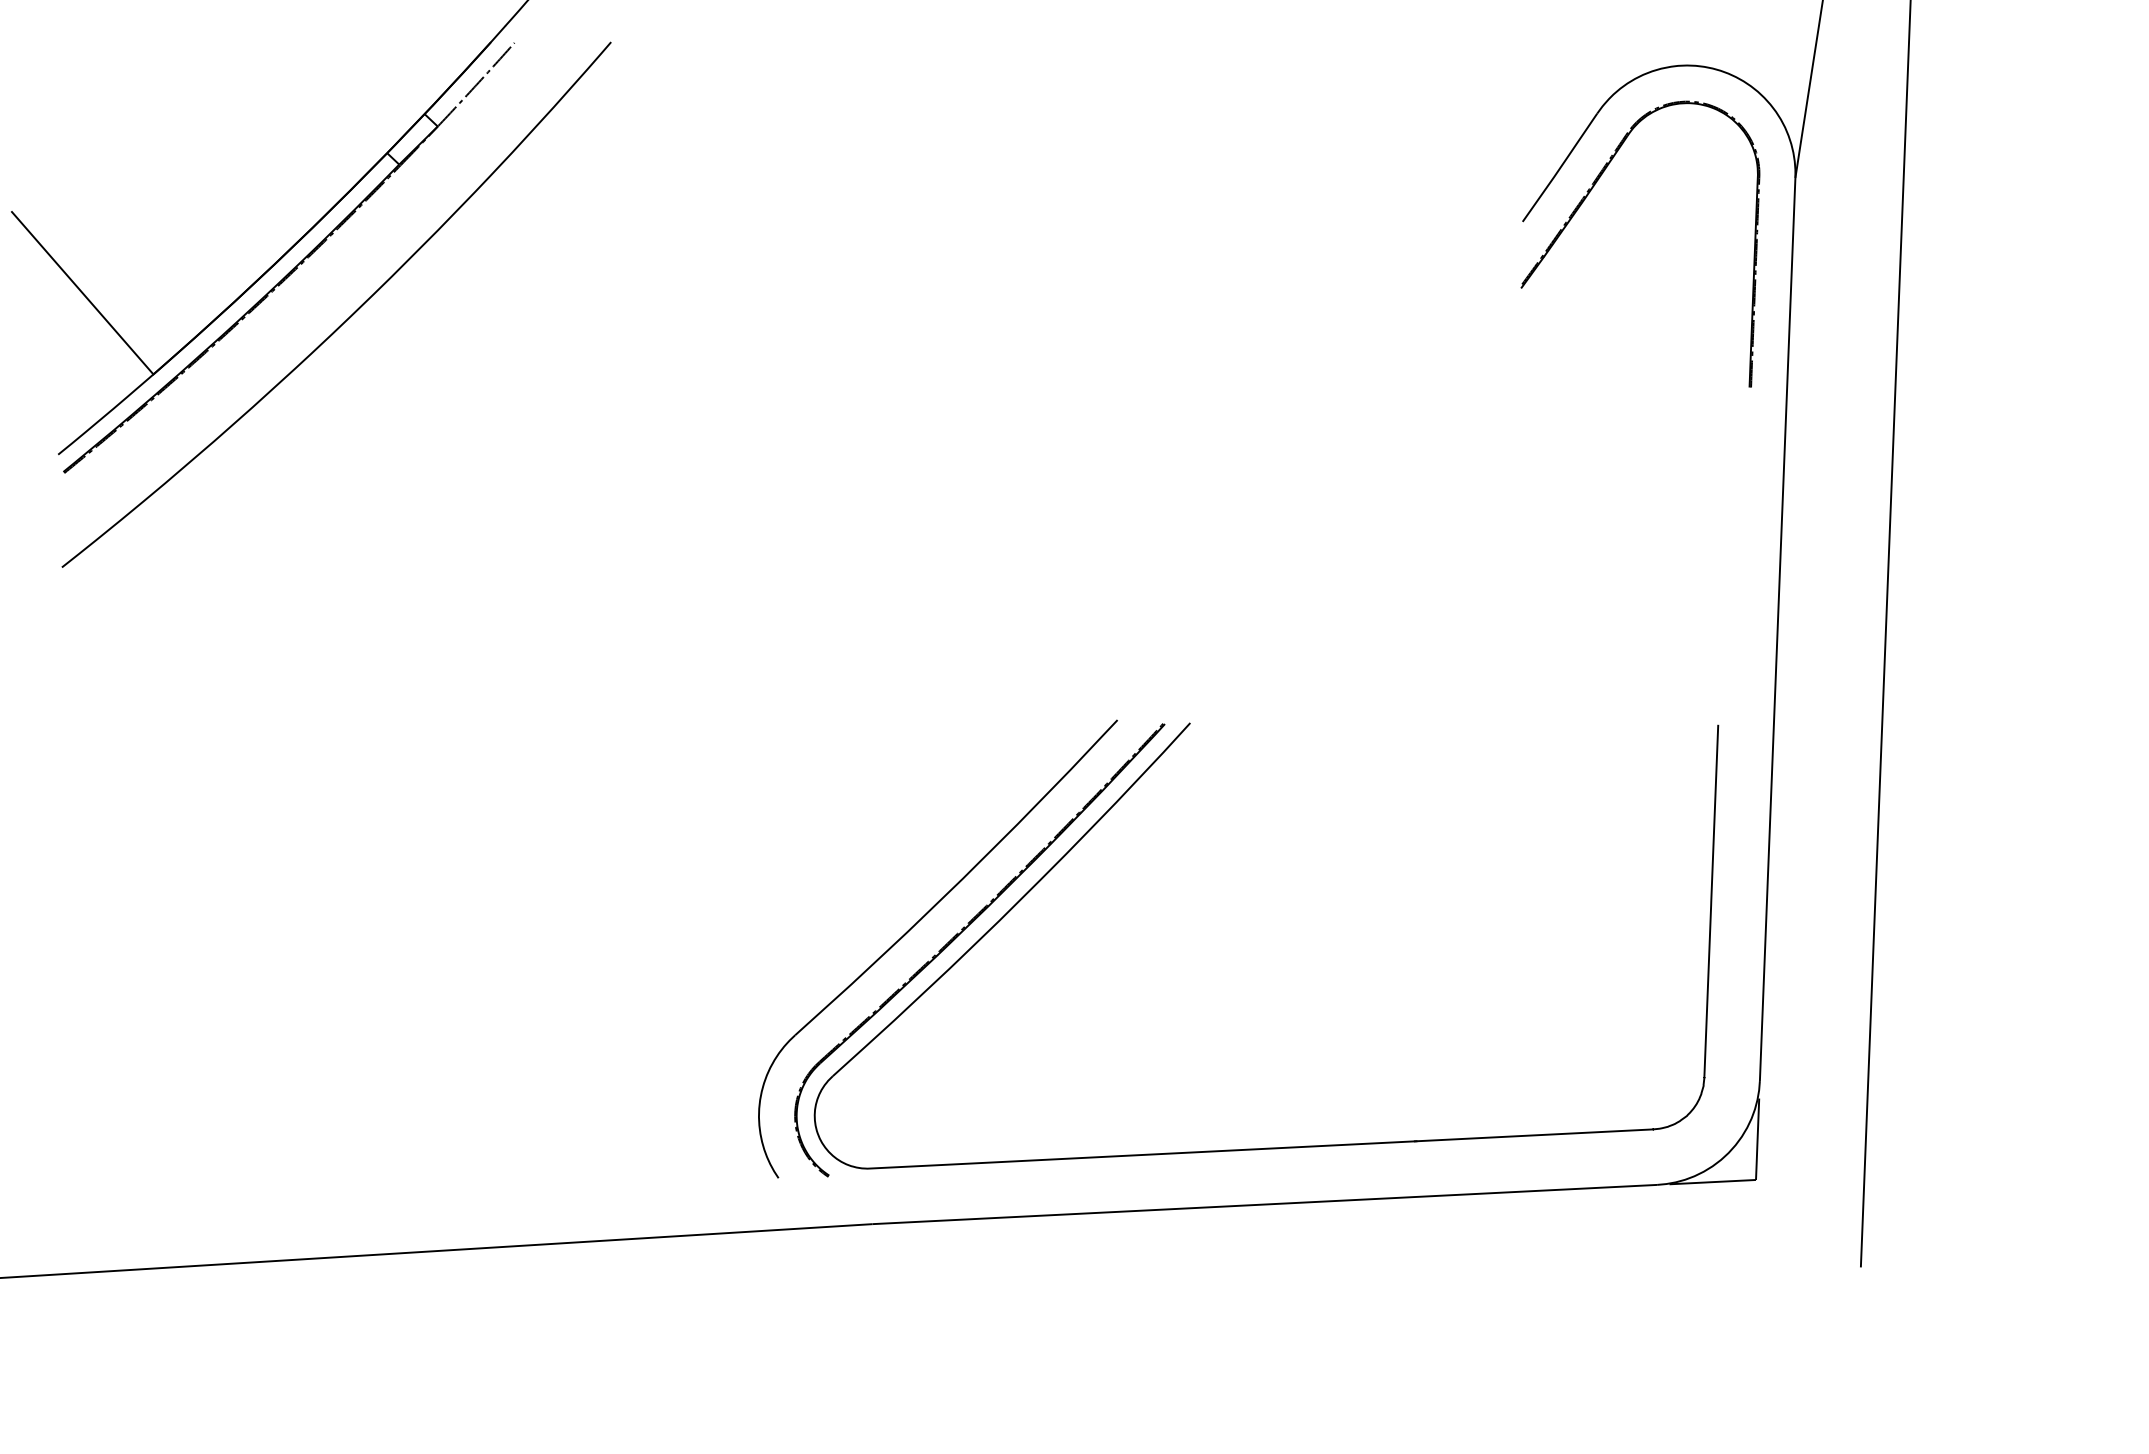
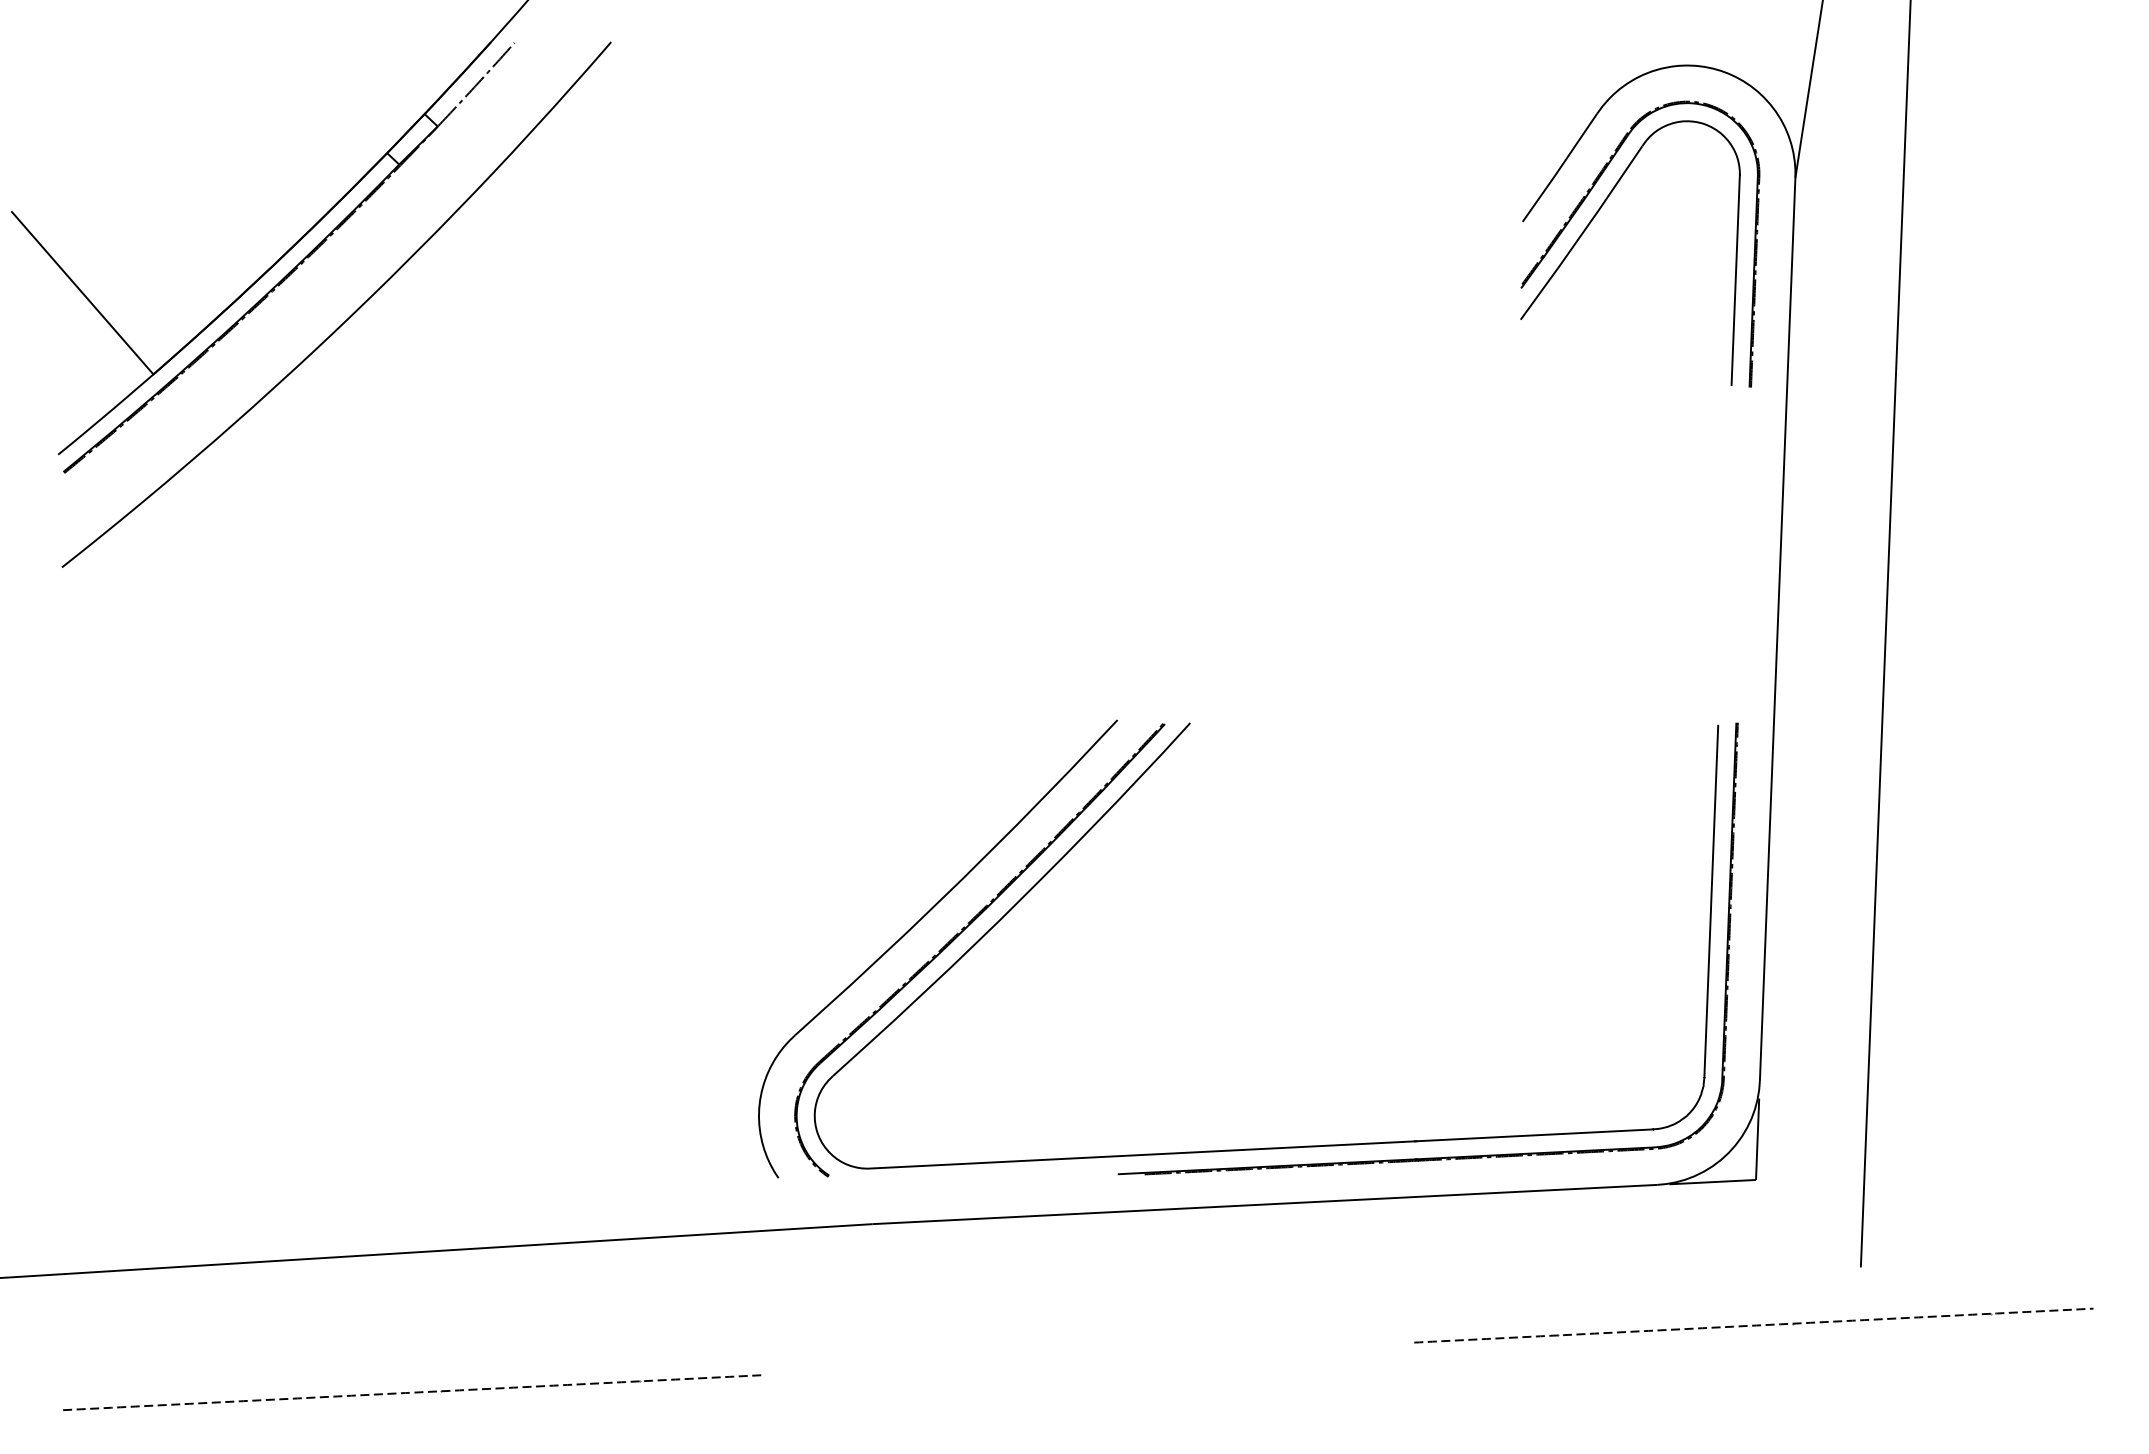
part at (1592, 221): none -> present
part at (1446, 1156): none -> present
curve at (1753, 1325): none -> present
curve at (414, 1392): none -> present
